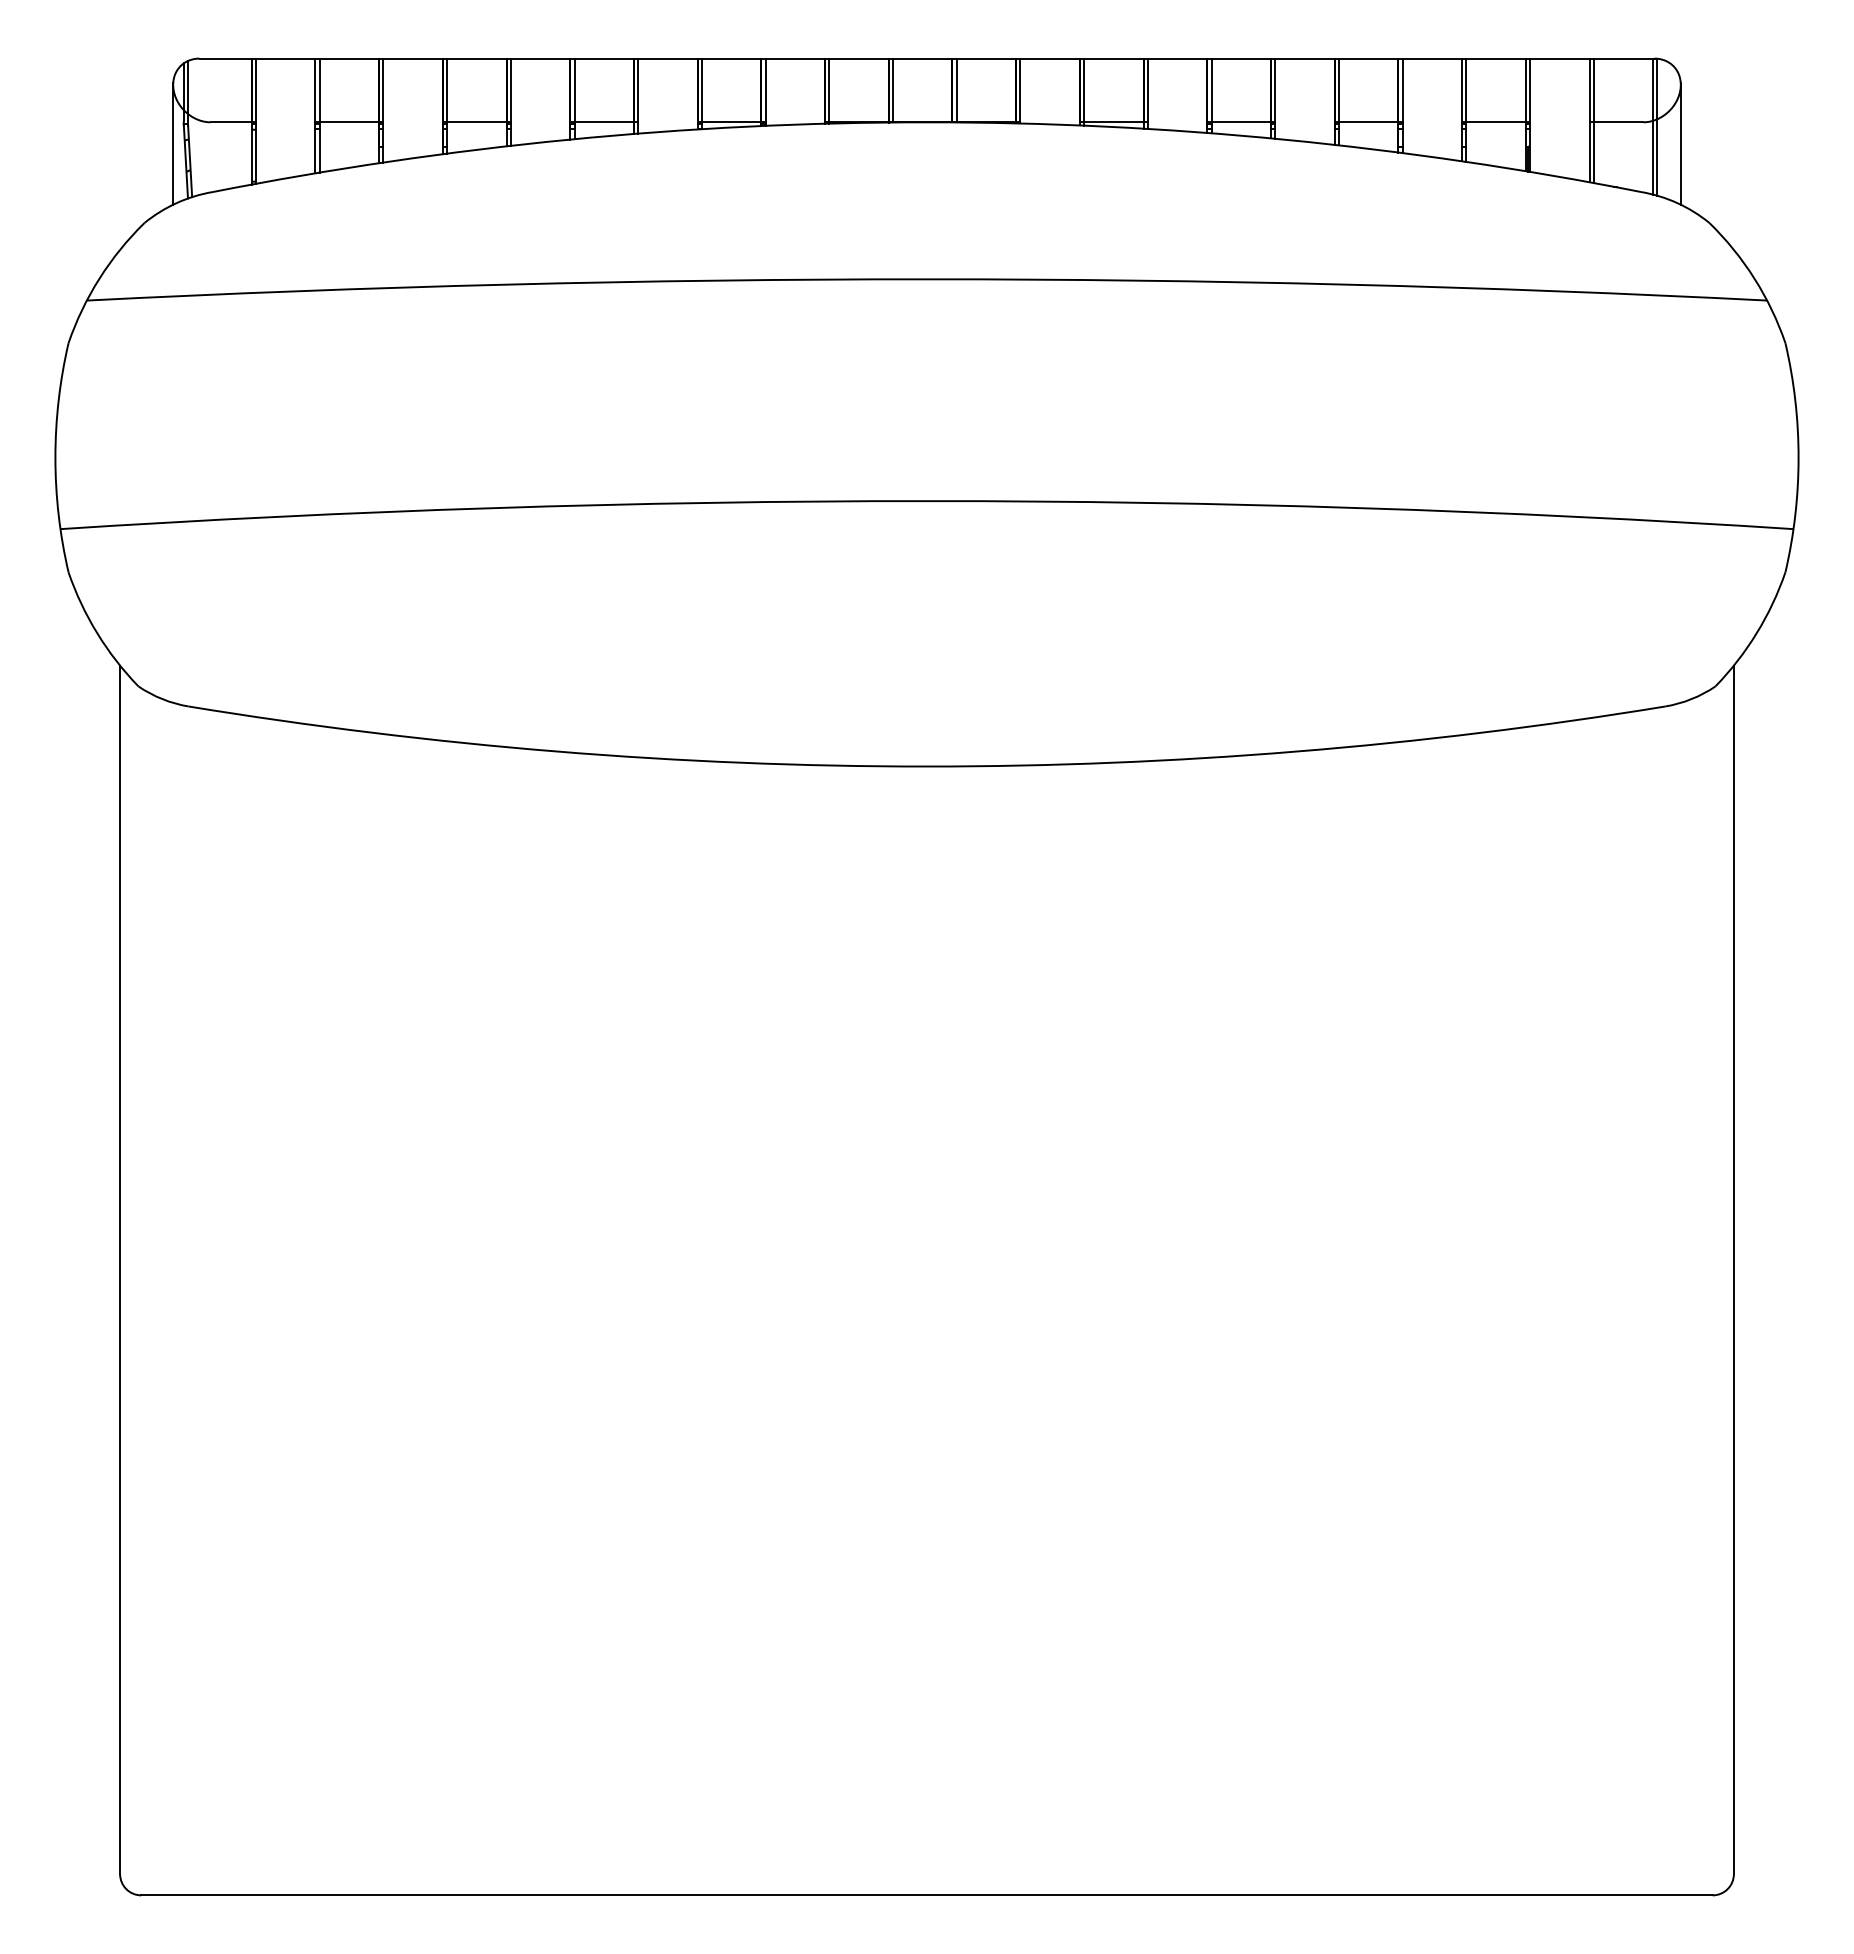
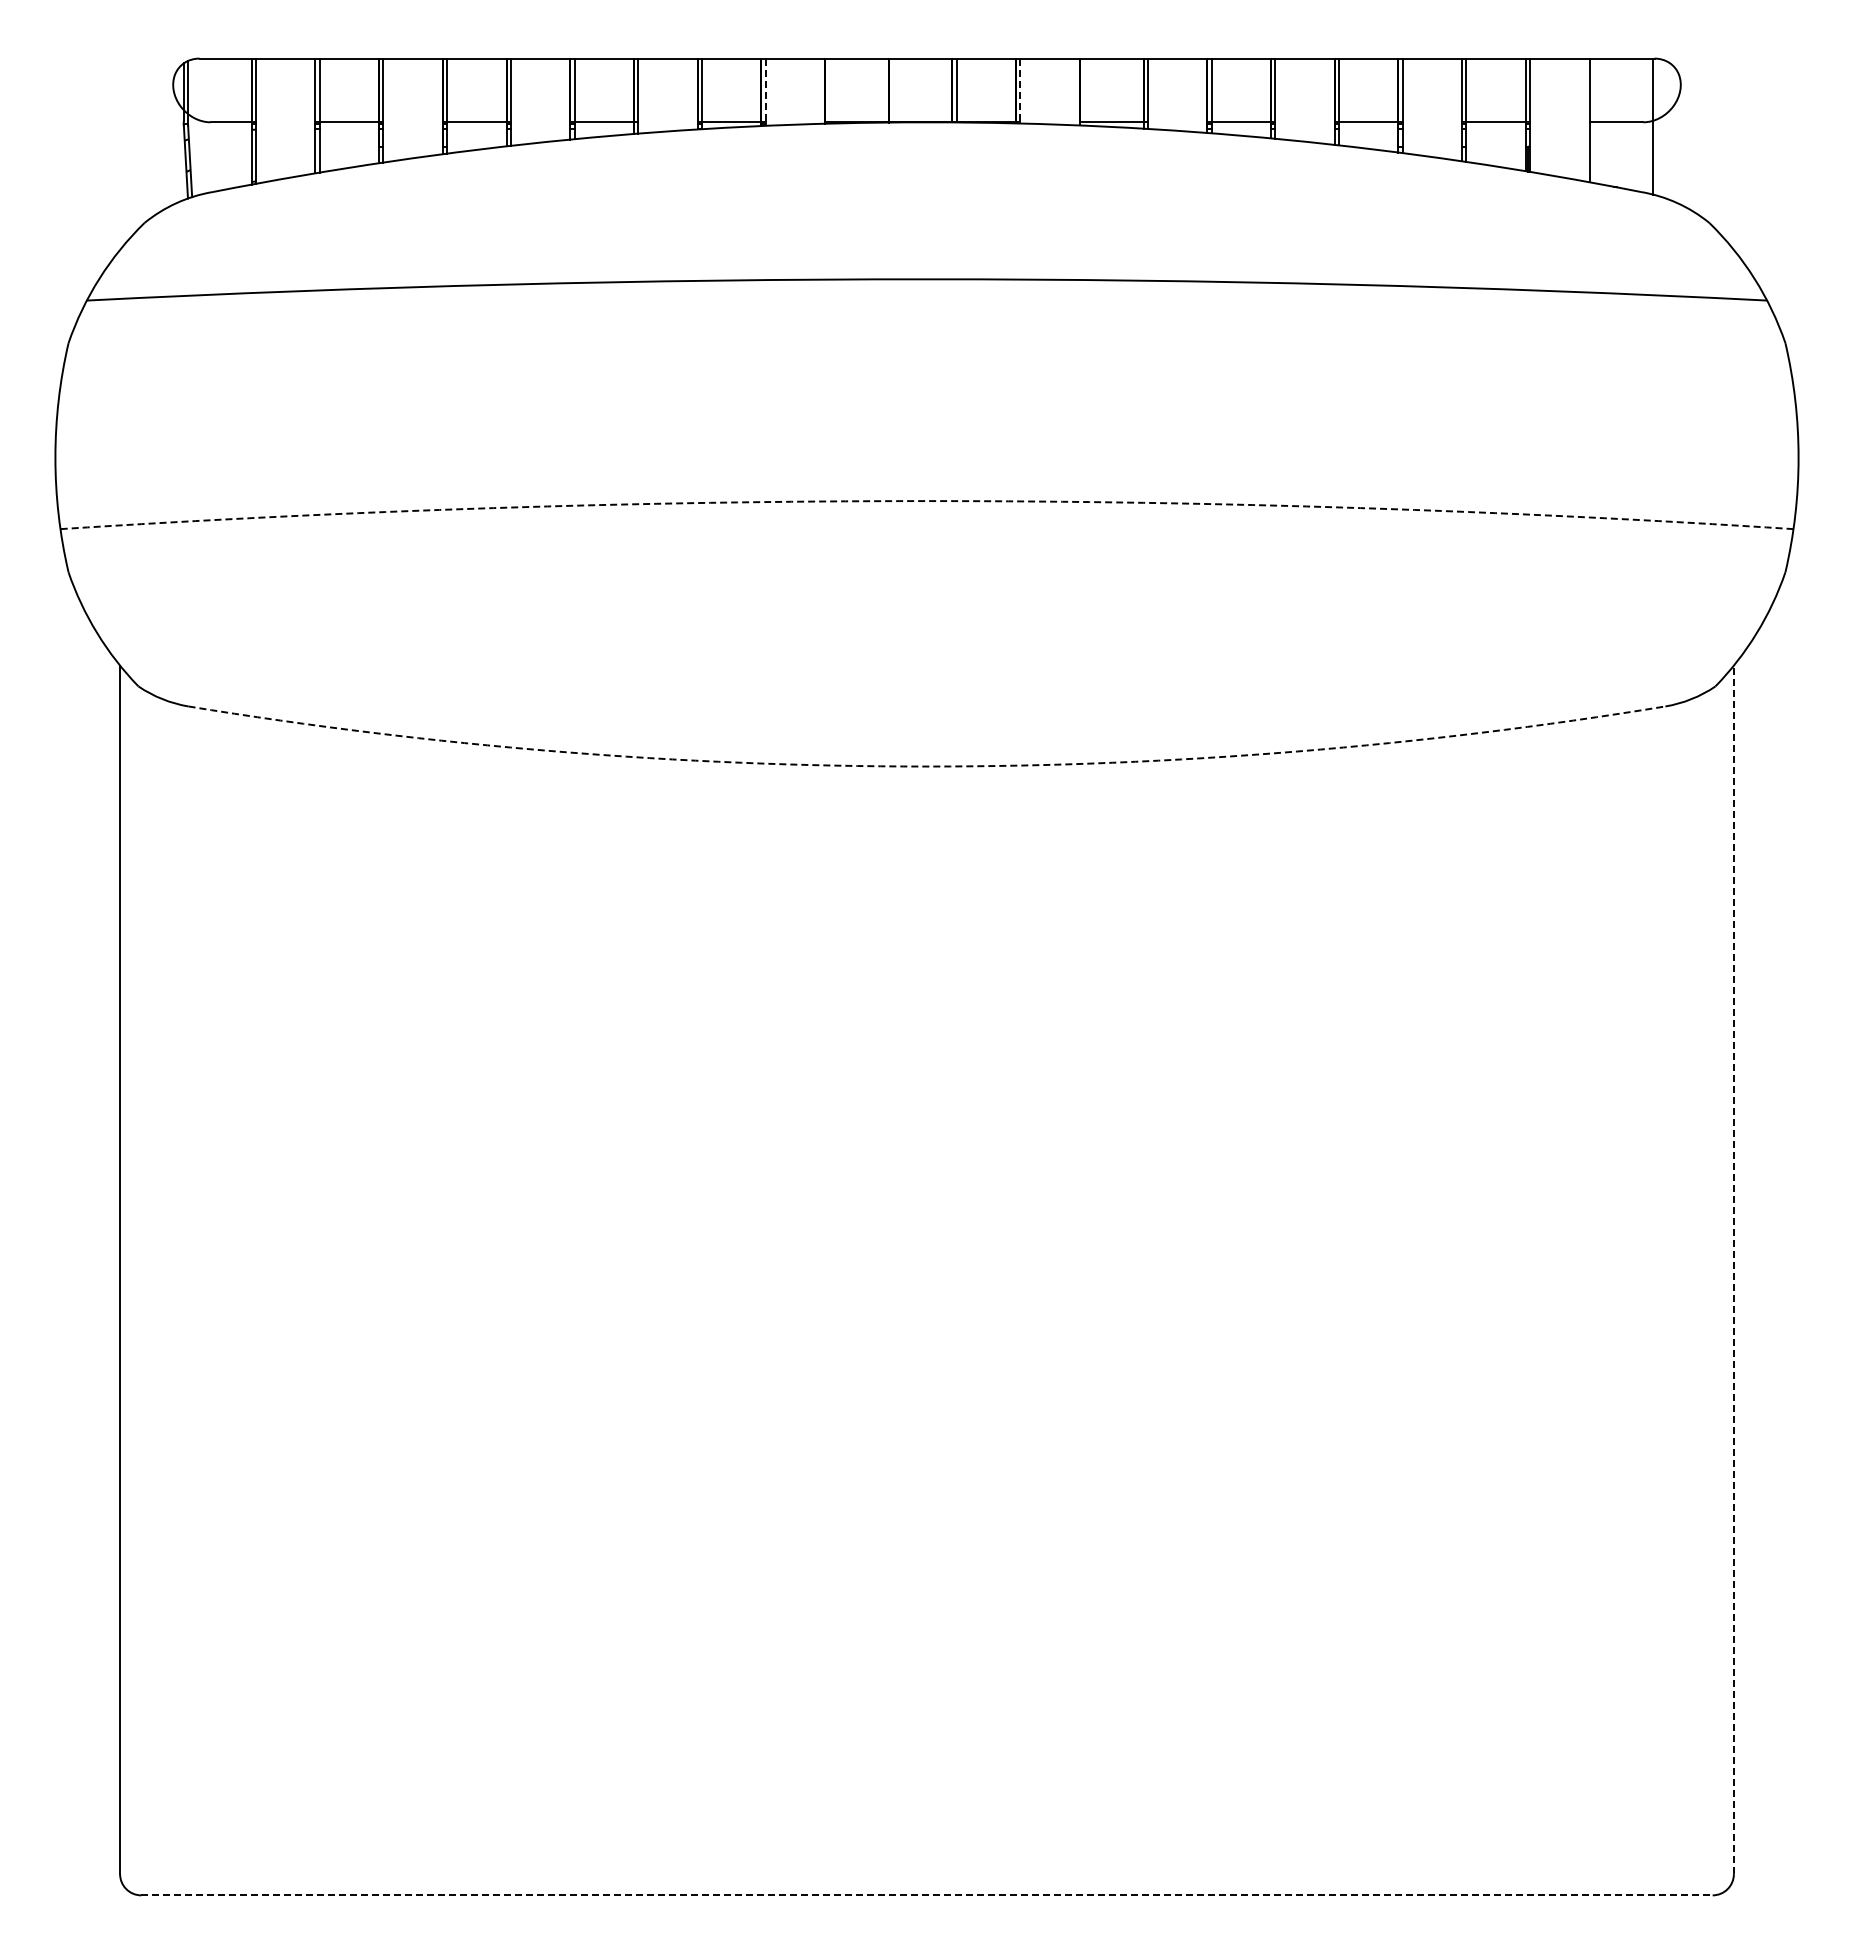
line at (829, 90): present -> none
line at (893, 90): present -> none
line at (1020, 91): solid -> dashed
line at (1084, 91): present -> none
line at (765, 92): solid -> dashed
line at (1593, 120): present -> none
line at (1657, 126): present -> none
line at (173, 143): present -> none
line at (1680, 143): present -> none
arc at (927, 501): solid -> dashed
arc at (927, 766): solid -> dashed
line at (1733, 1269): solid -> dashed
line at (927, 1895): solid -> dashed
